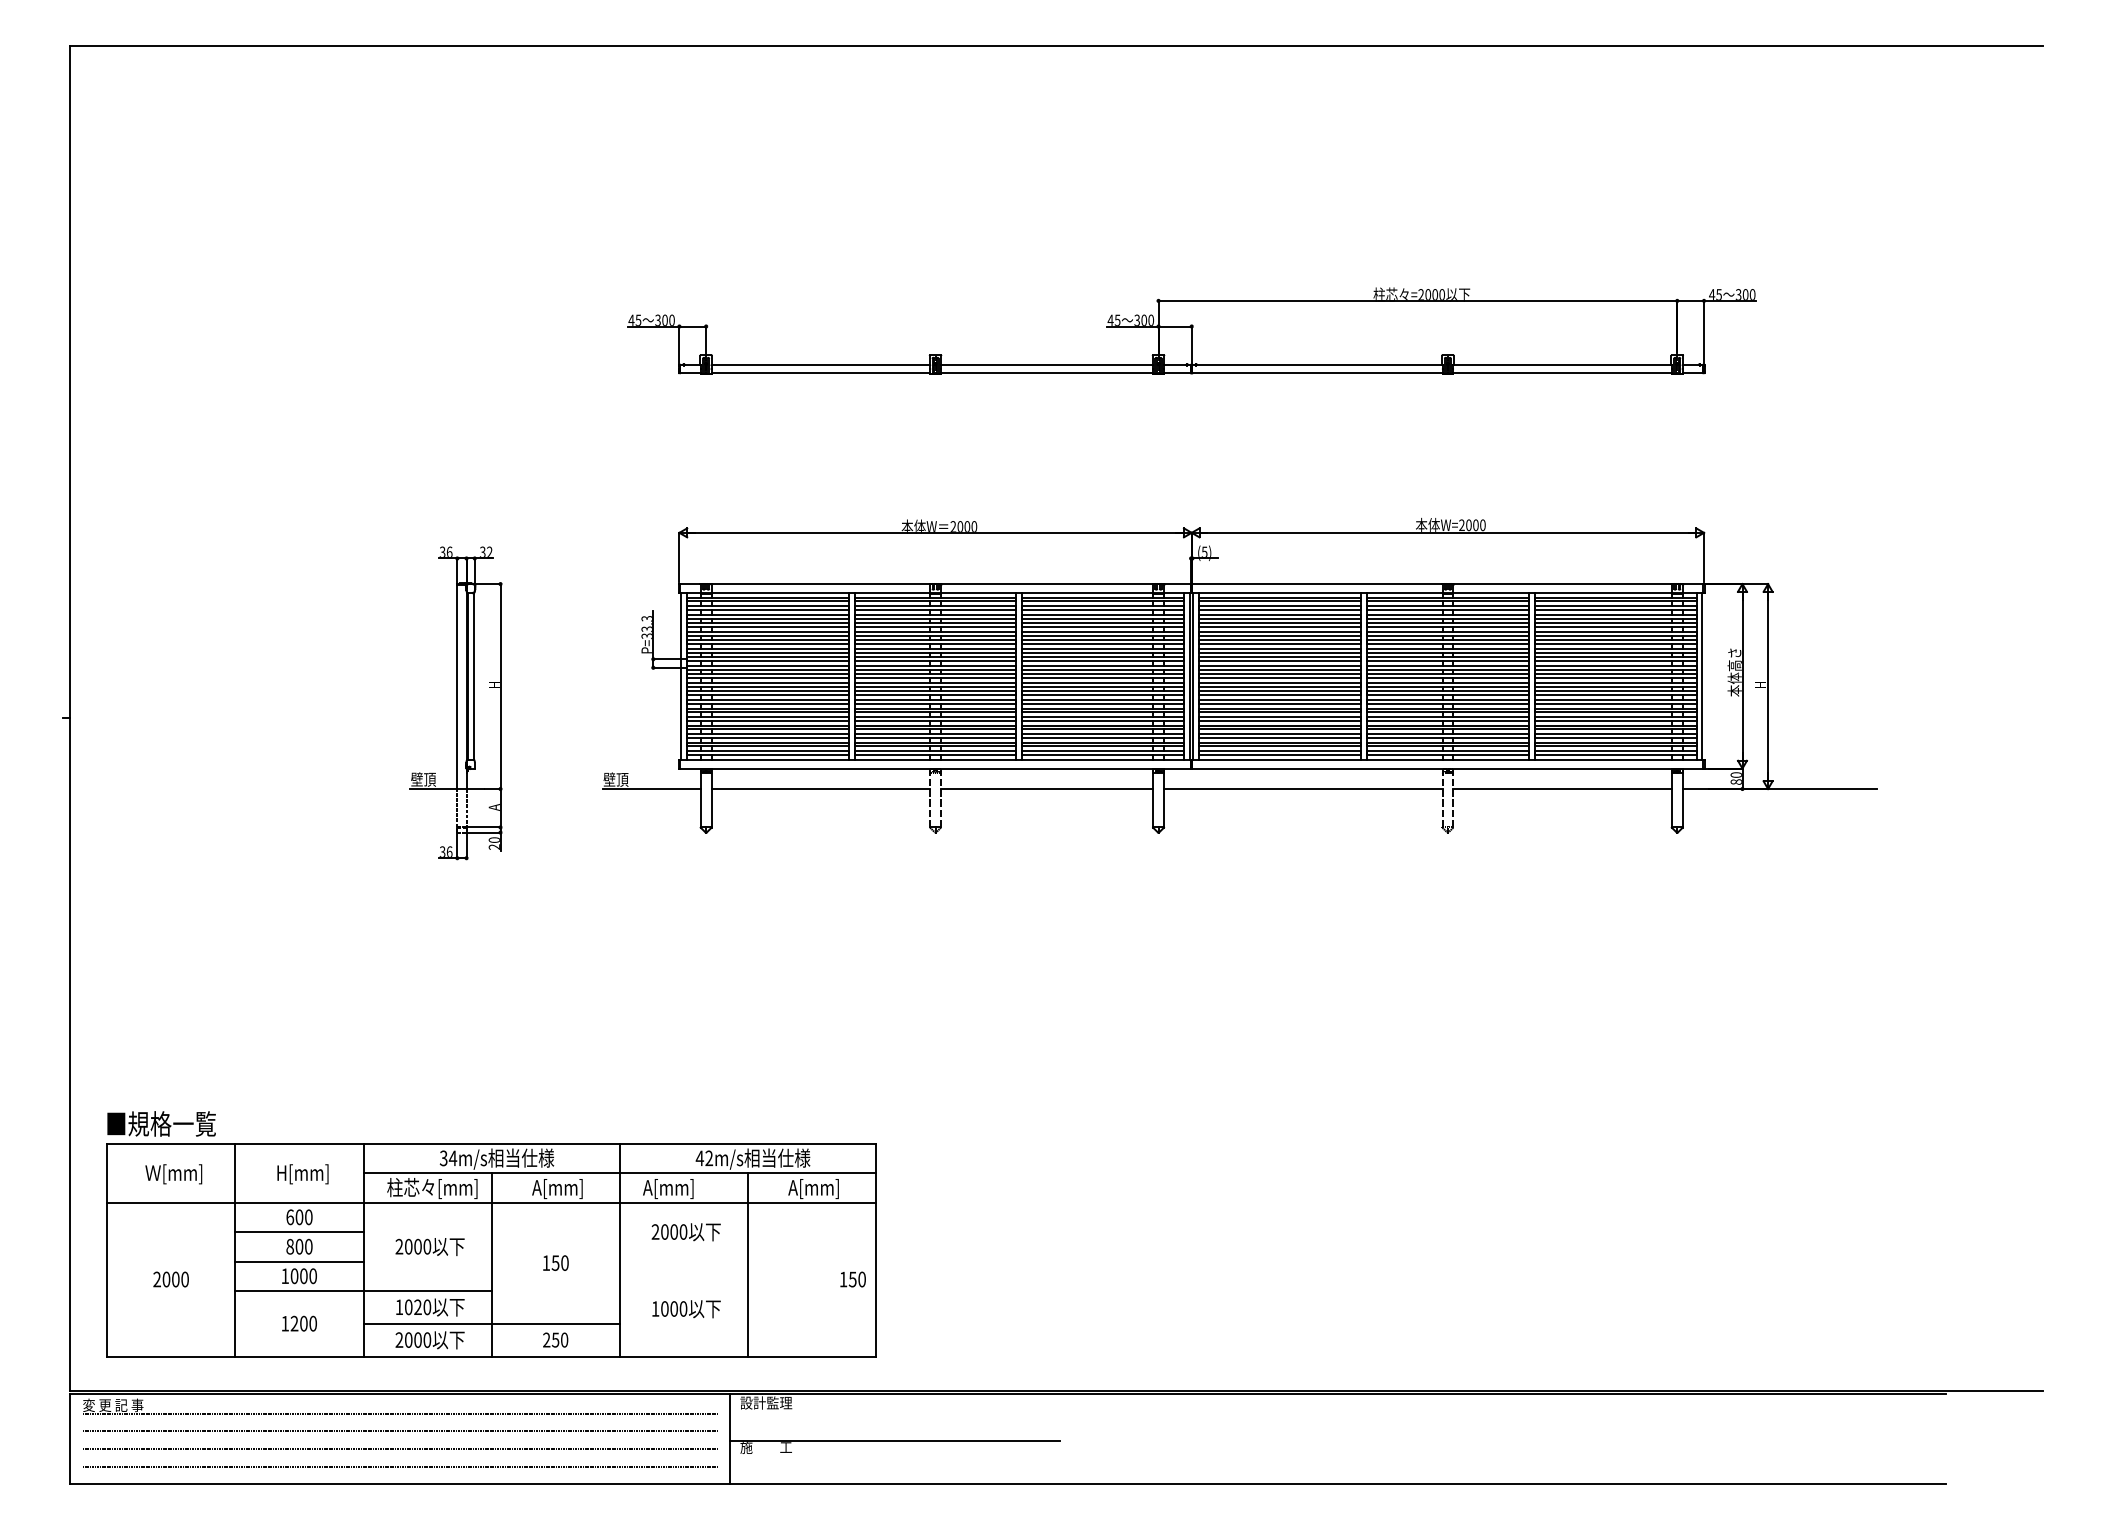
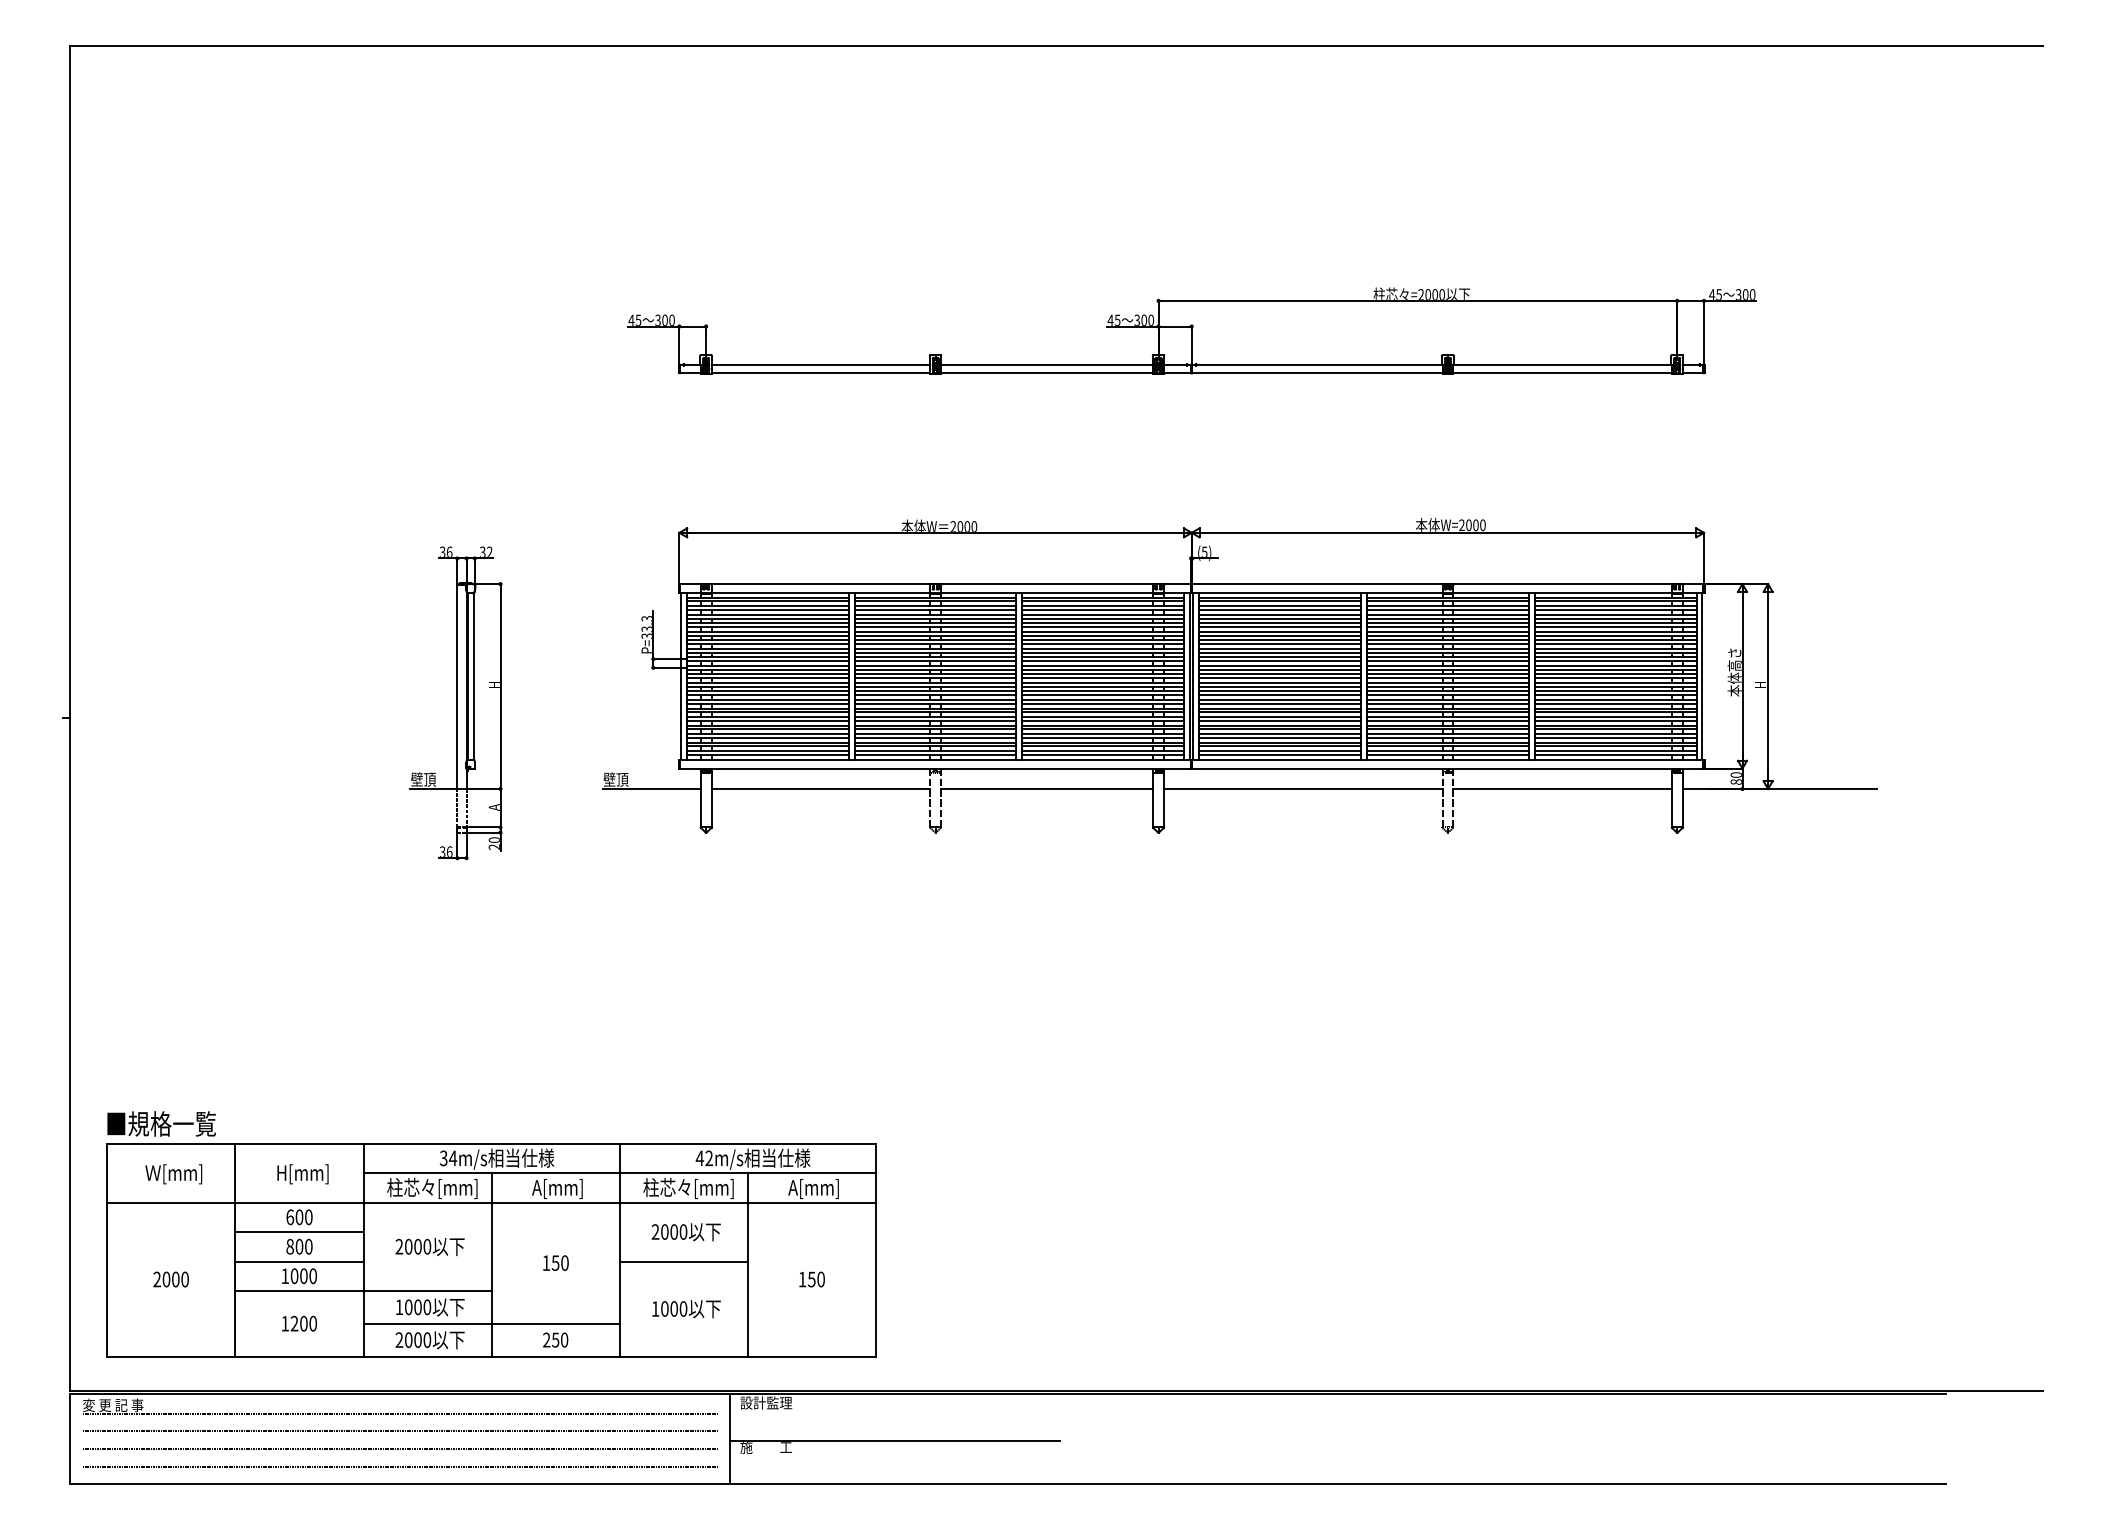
text at (688, 1188): A[mm] -> 柱芯々[mm]
line at (683, 1261): none -> present
text at (852, 1279) position: (852, 1279) -> (811, 1279)
text at (417, 1307): 1020 -> 1000
